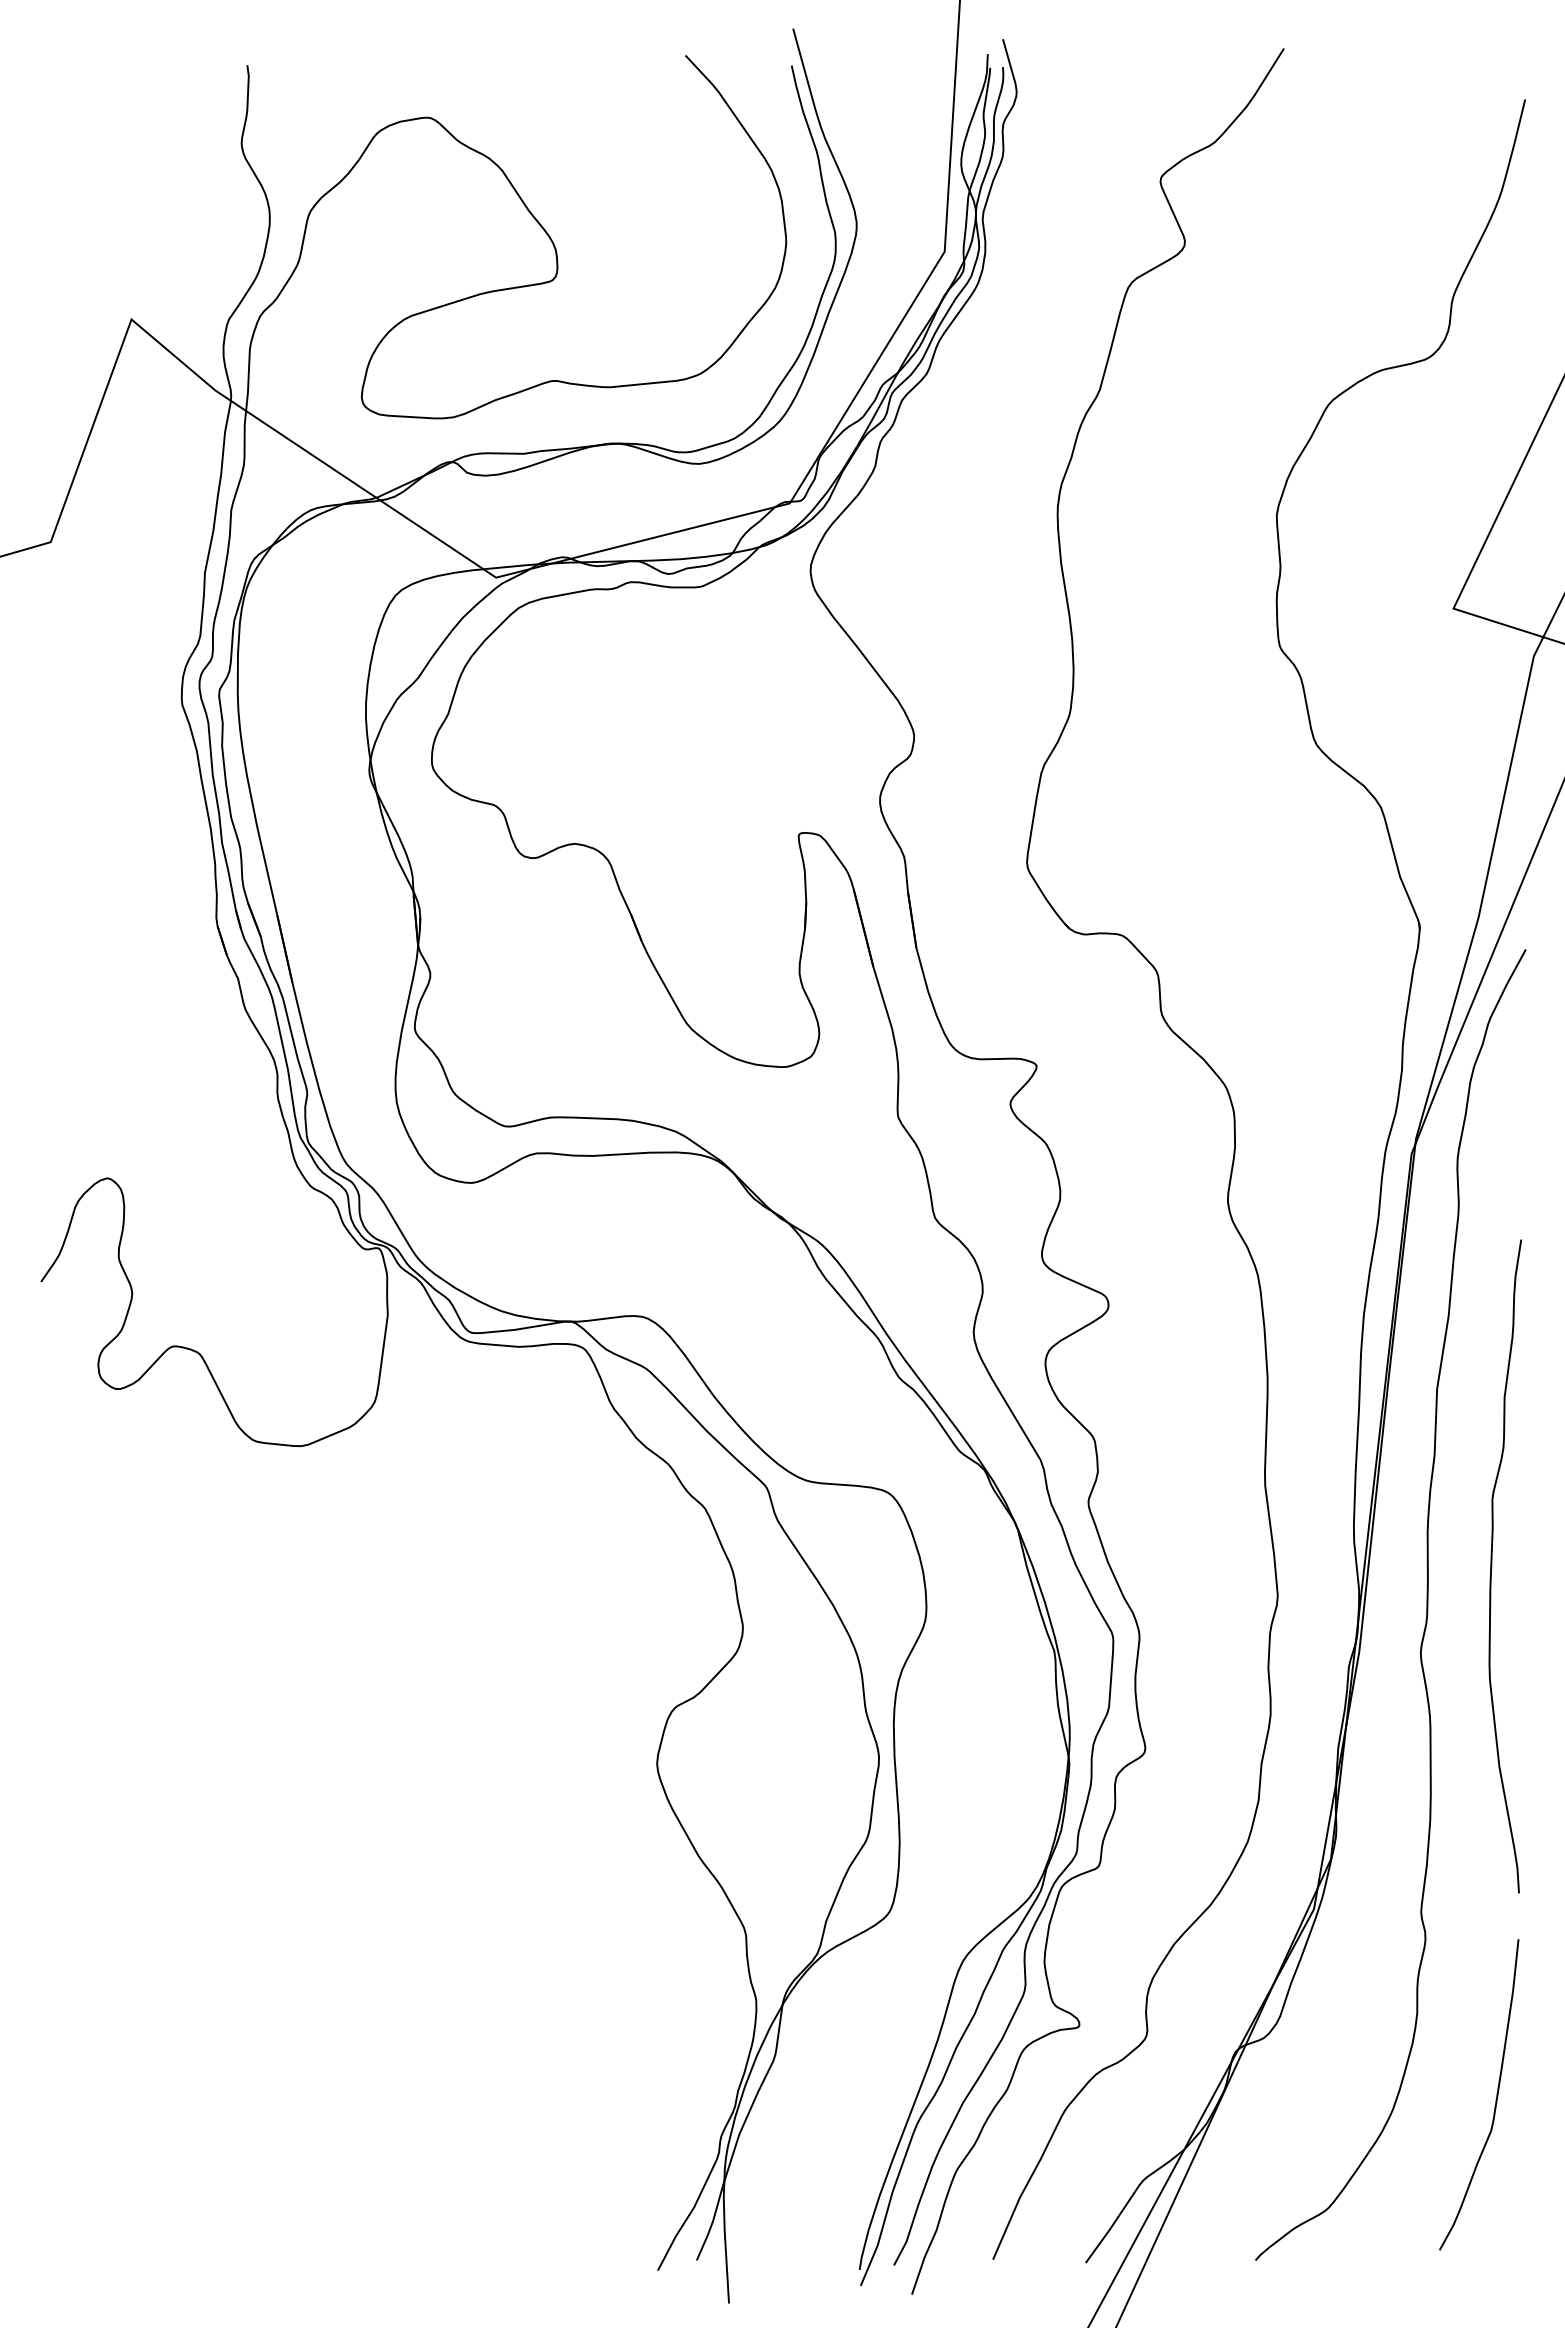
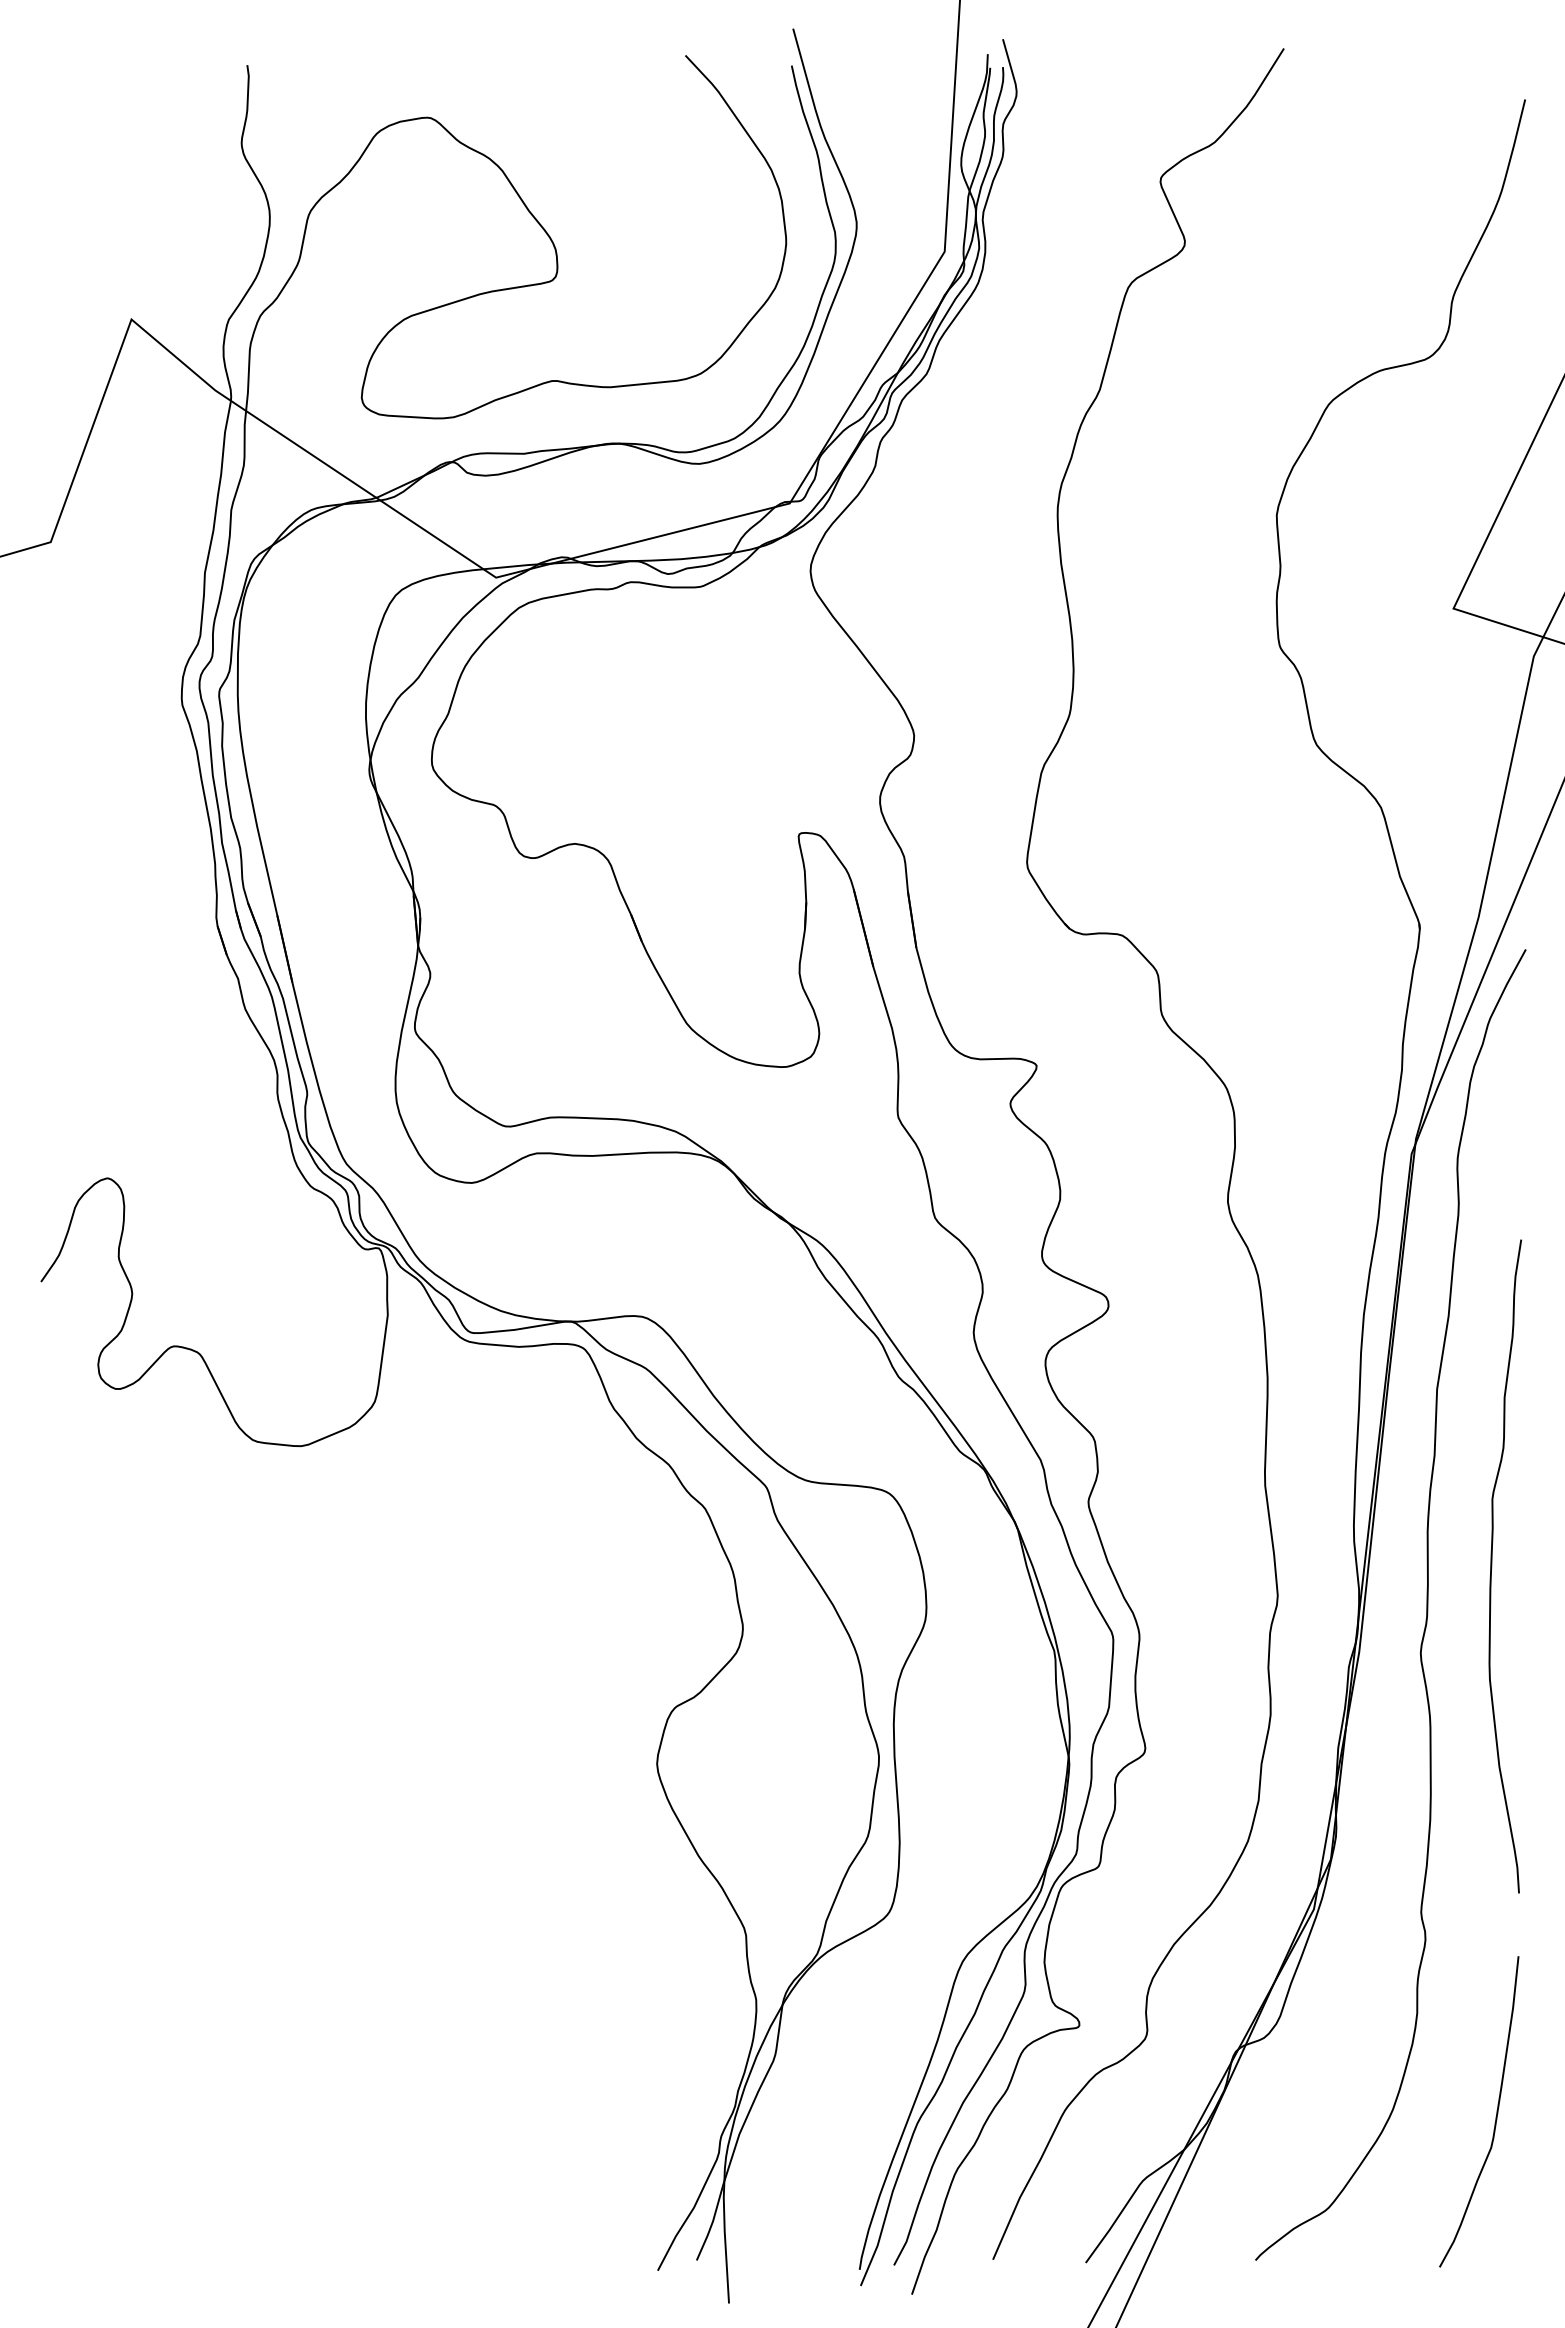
curve at (1495, 2099) position: (1495, 2099) -> (1495, 2116)
